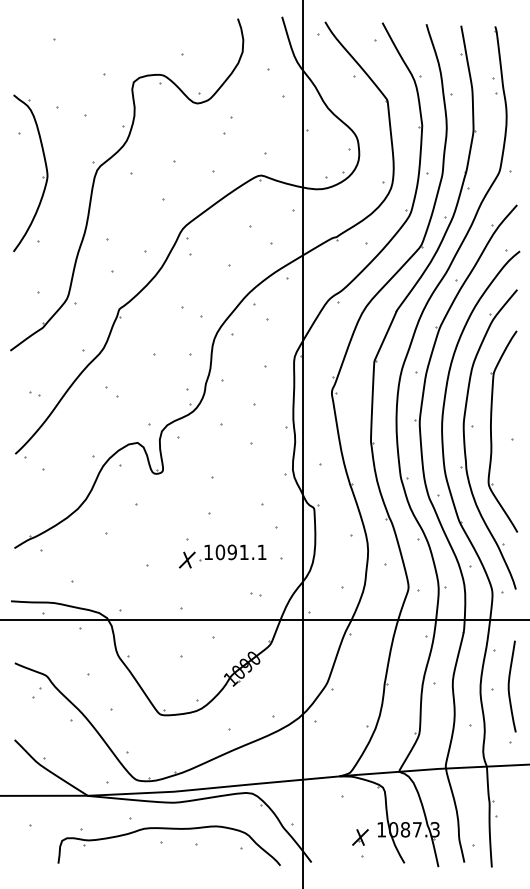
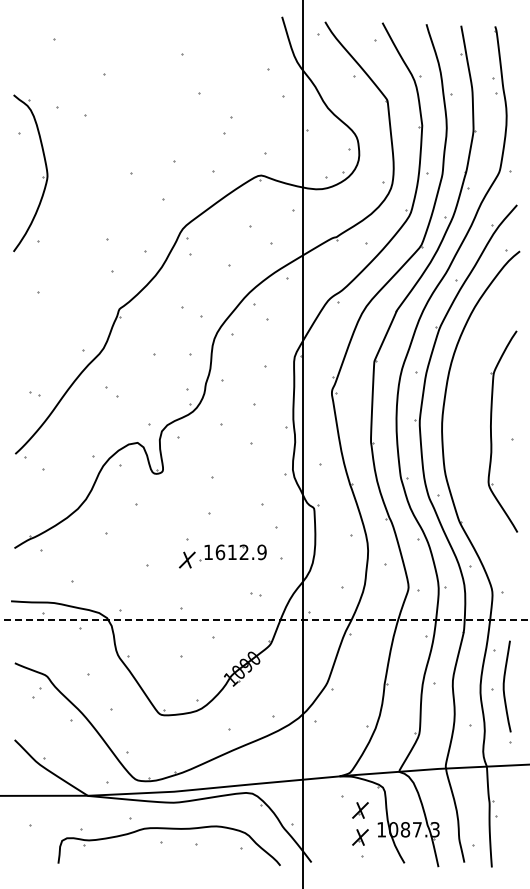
part at (109, 160): present -> none
part at (473, 426): present -> none
text at (240, 552): 1091.1 -> 1612.9
line at (264, 619): solid -> dashed
curve at (509, 686) position: (509, 686) -> (504, 686)
part at (360, 810): none -> present
